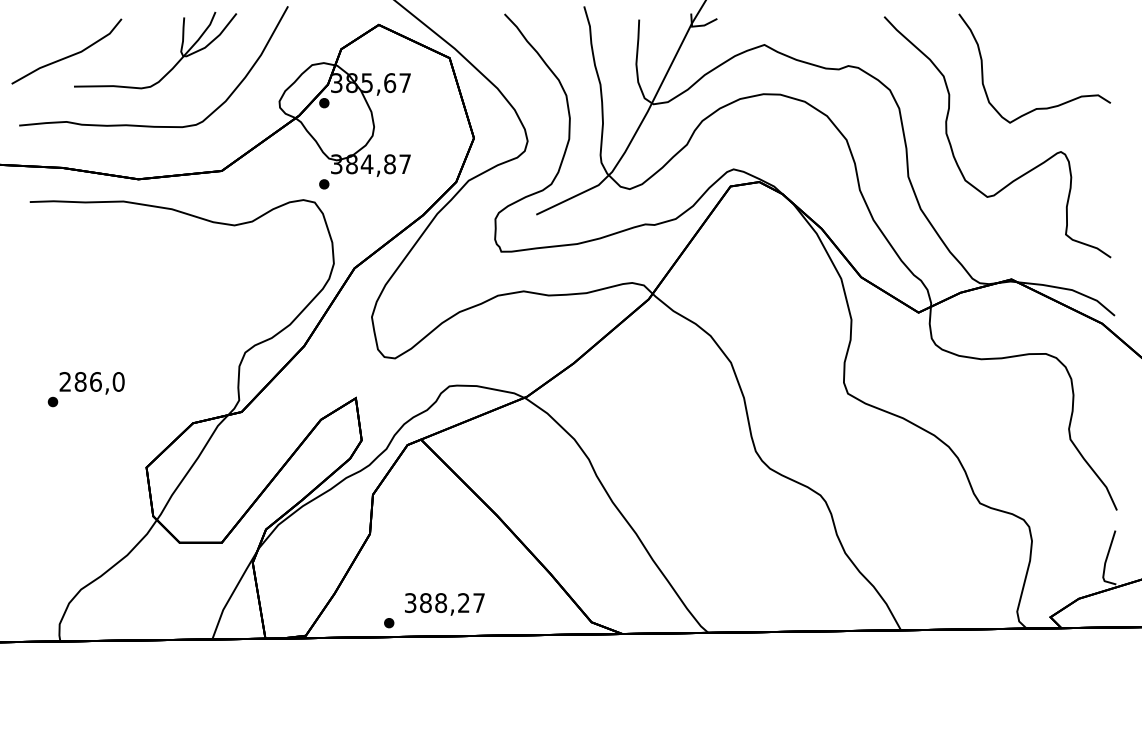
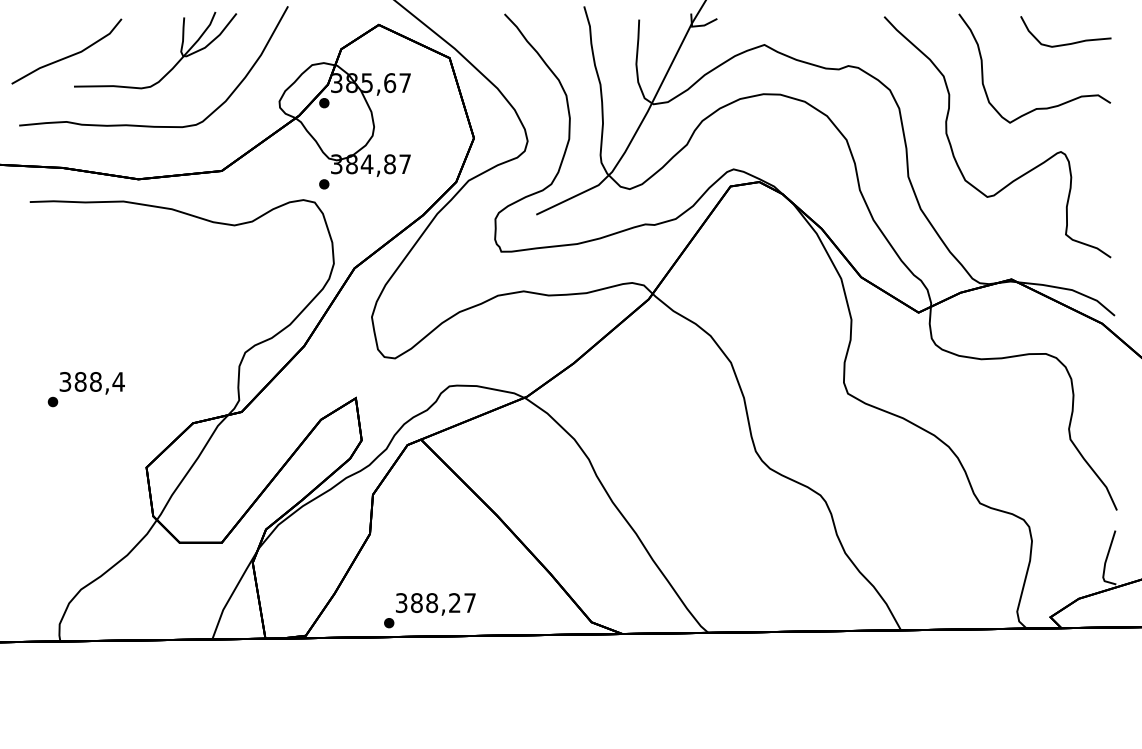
part at (1065, 43): none -> present
text at (91, 381): 286,0 -> 388,4
text at (444, 604) position: (444, 604) -> (435, 604)
